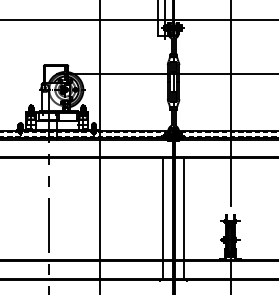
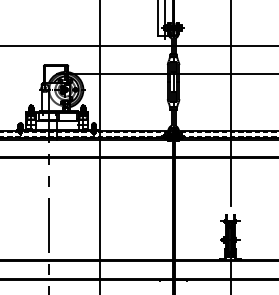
line at (138, 19) position: (138, 19) -> (138, 45)
line at (163, 219): present -> none
line at (183, 219): present -> none
